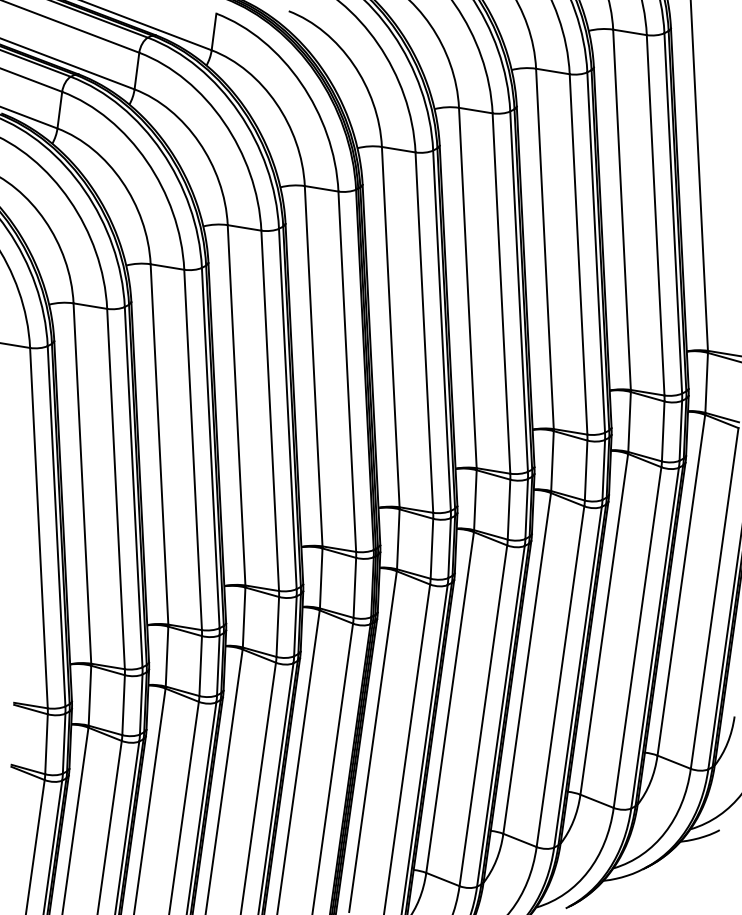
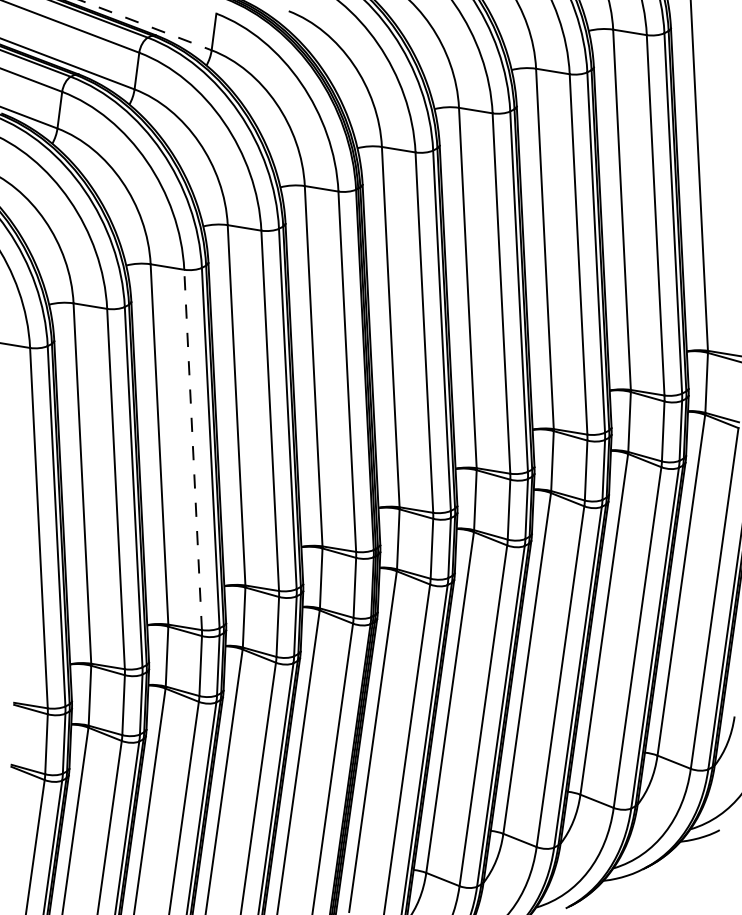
line at (146, 25): solid -> dashed
line at (193, 449): solid -> dashed
